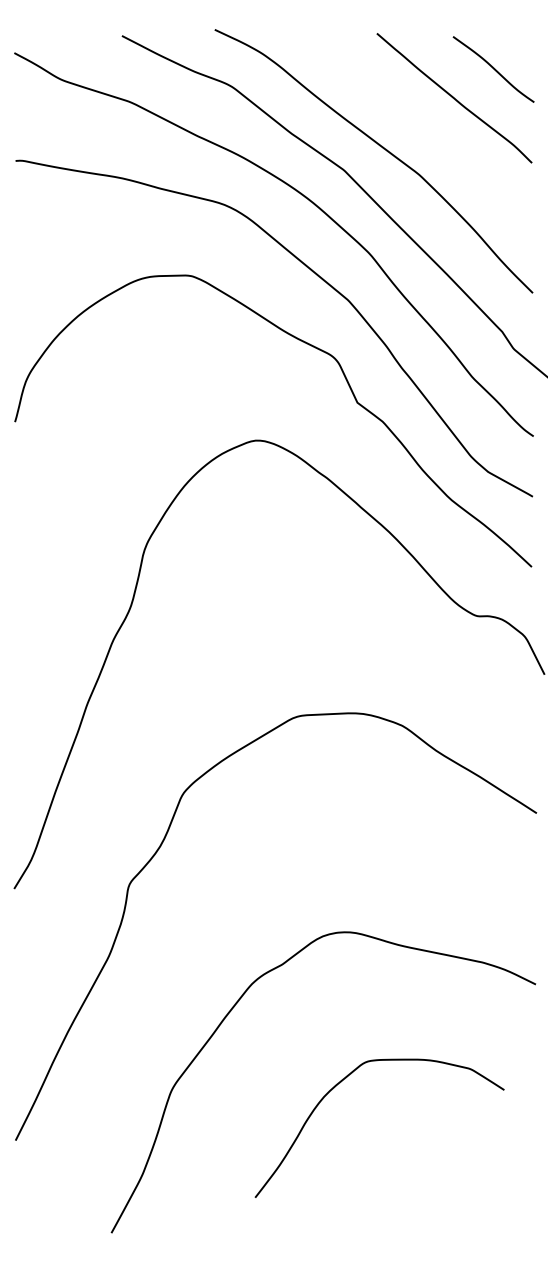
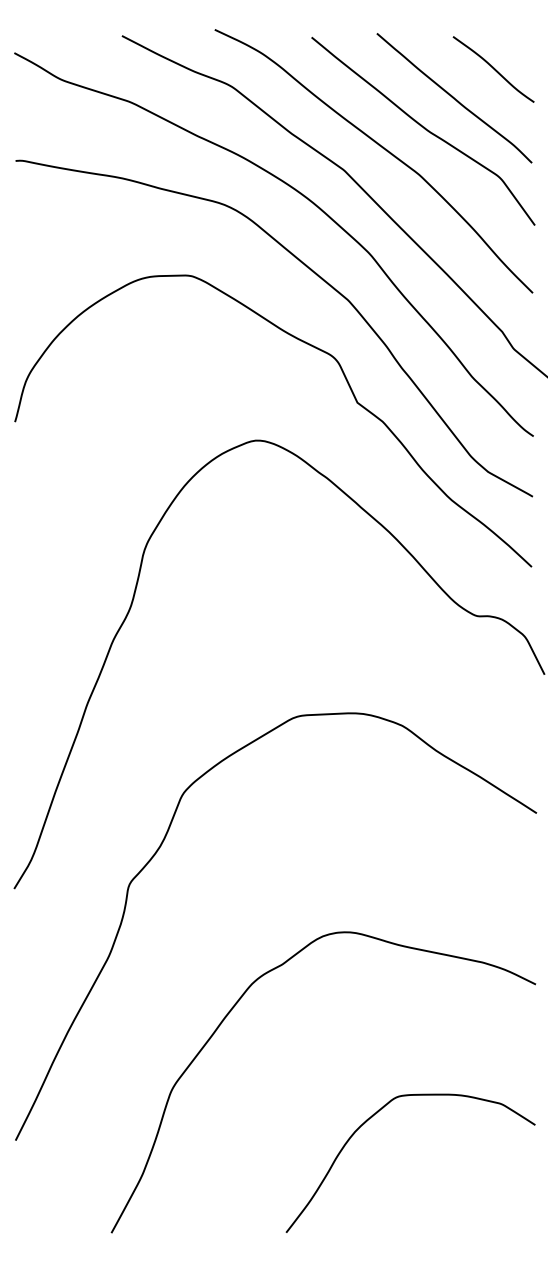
curve at (424, 129): none -> present
curve at (340, 1083) position: (340, 1083) -> (371, 1118)
